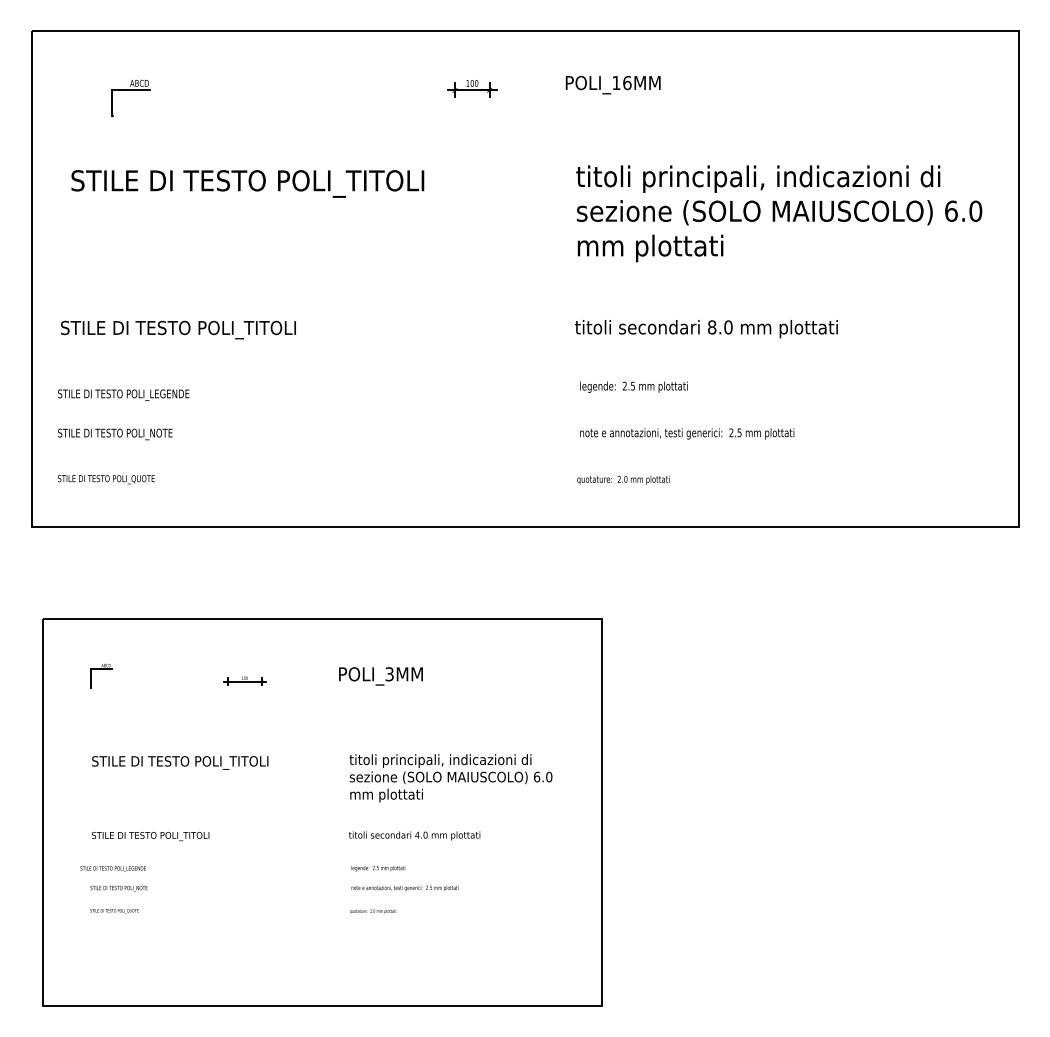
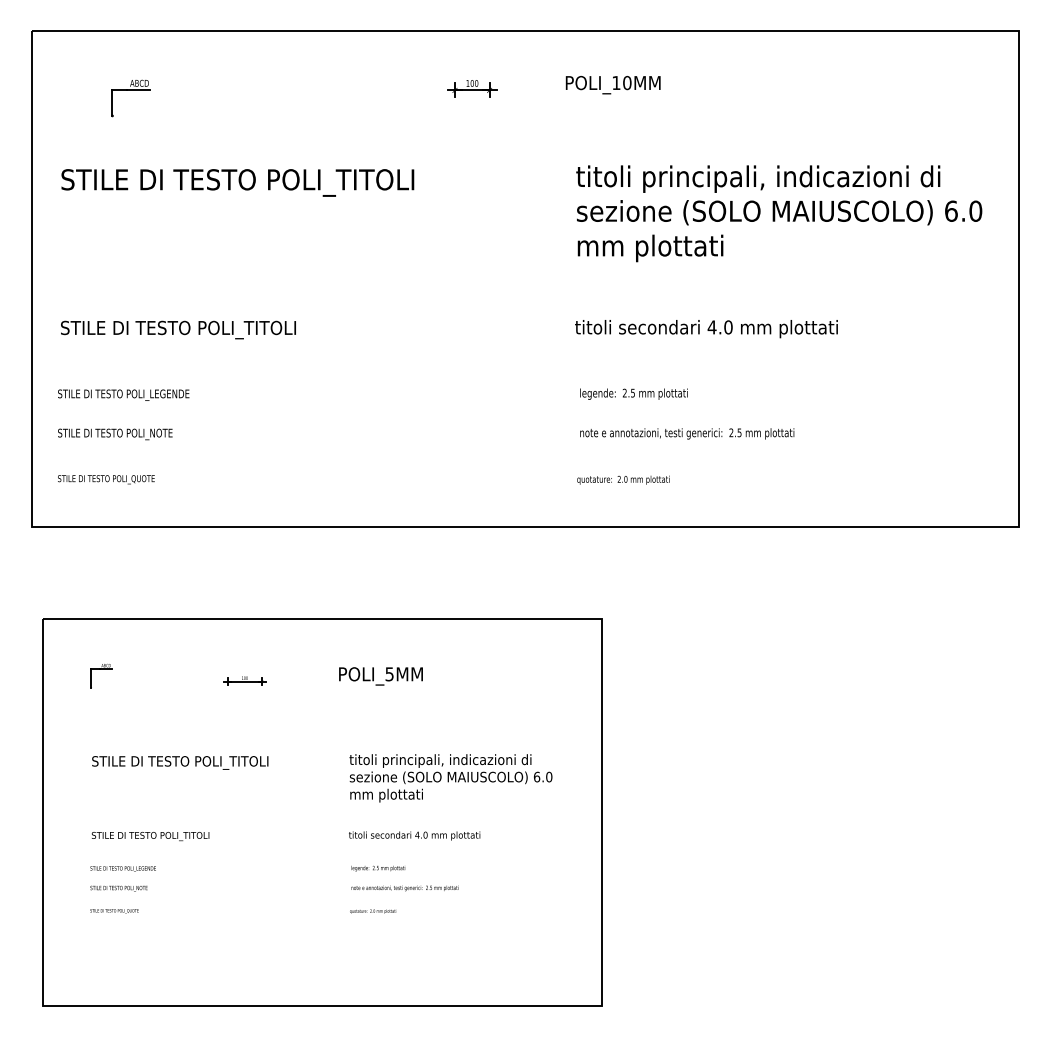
text at (627, 82): POLI_16MM -> POLI_10MM
text at (247, 183) position: (247, 183) -> (237, 182)
text at (711, 327): 8.0 -> 4.0
text at (633, 386) position: (633, 386) -> (633, 393)
text at (389, 673): POLI_3MM -> POLI_5MM
text at (112, 868) position: (112, 868) -> (122, 868)
